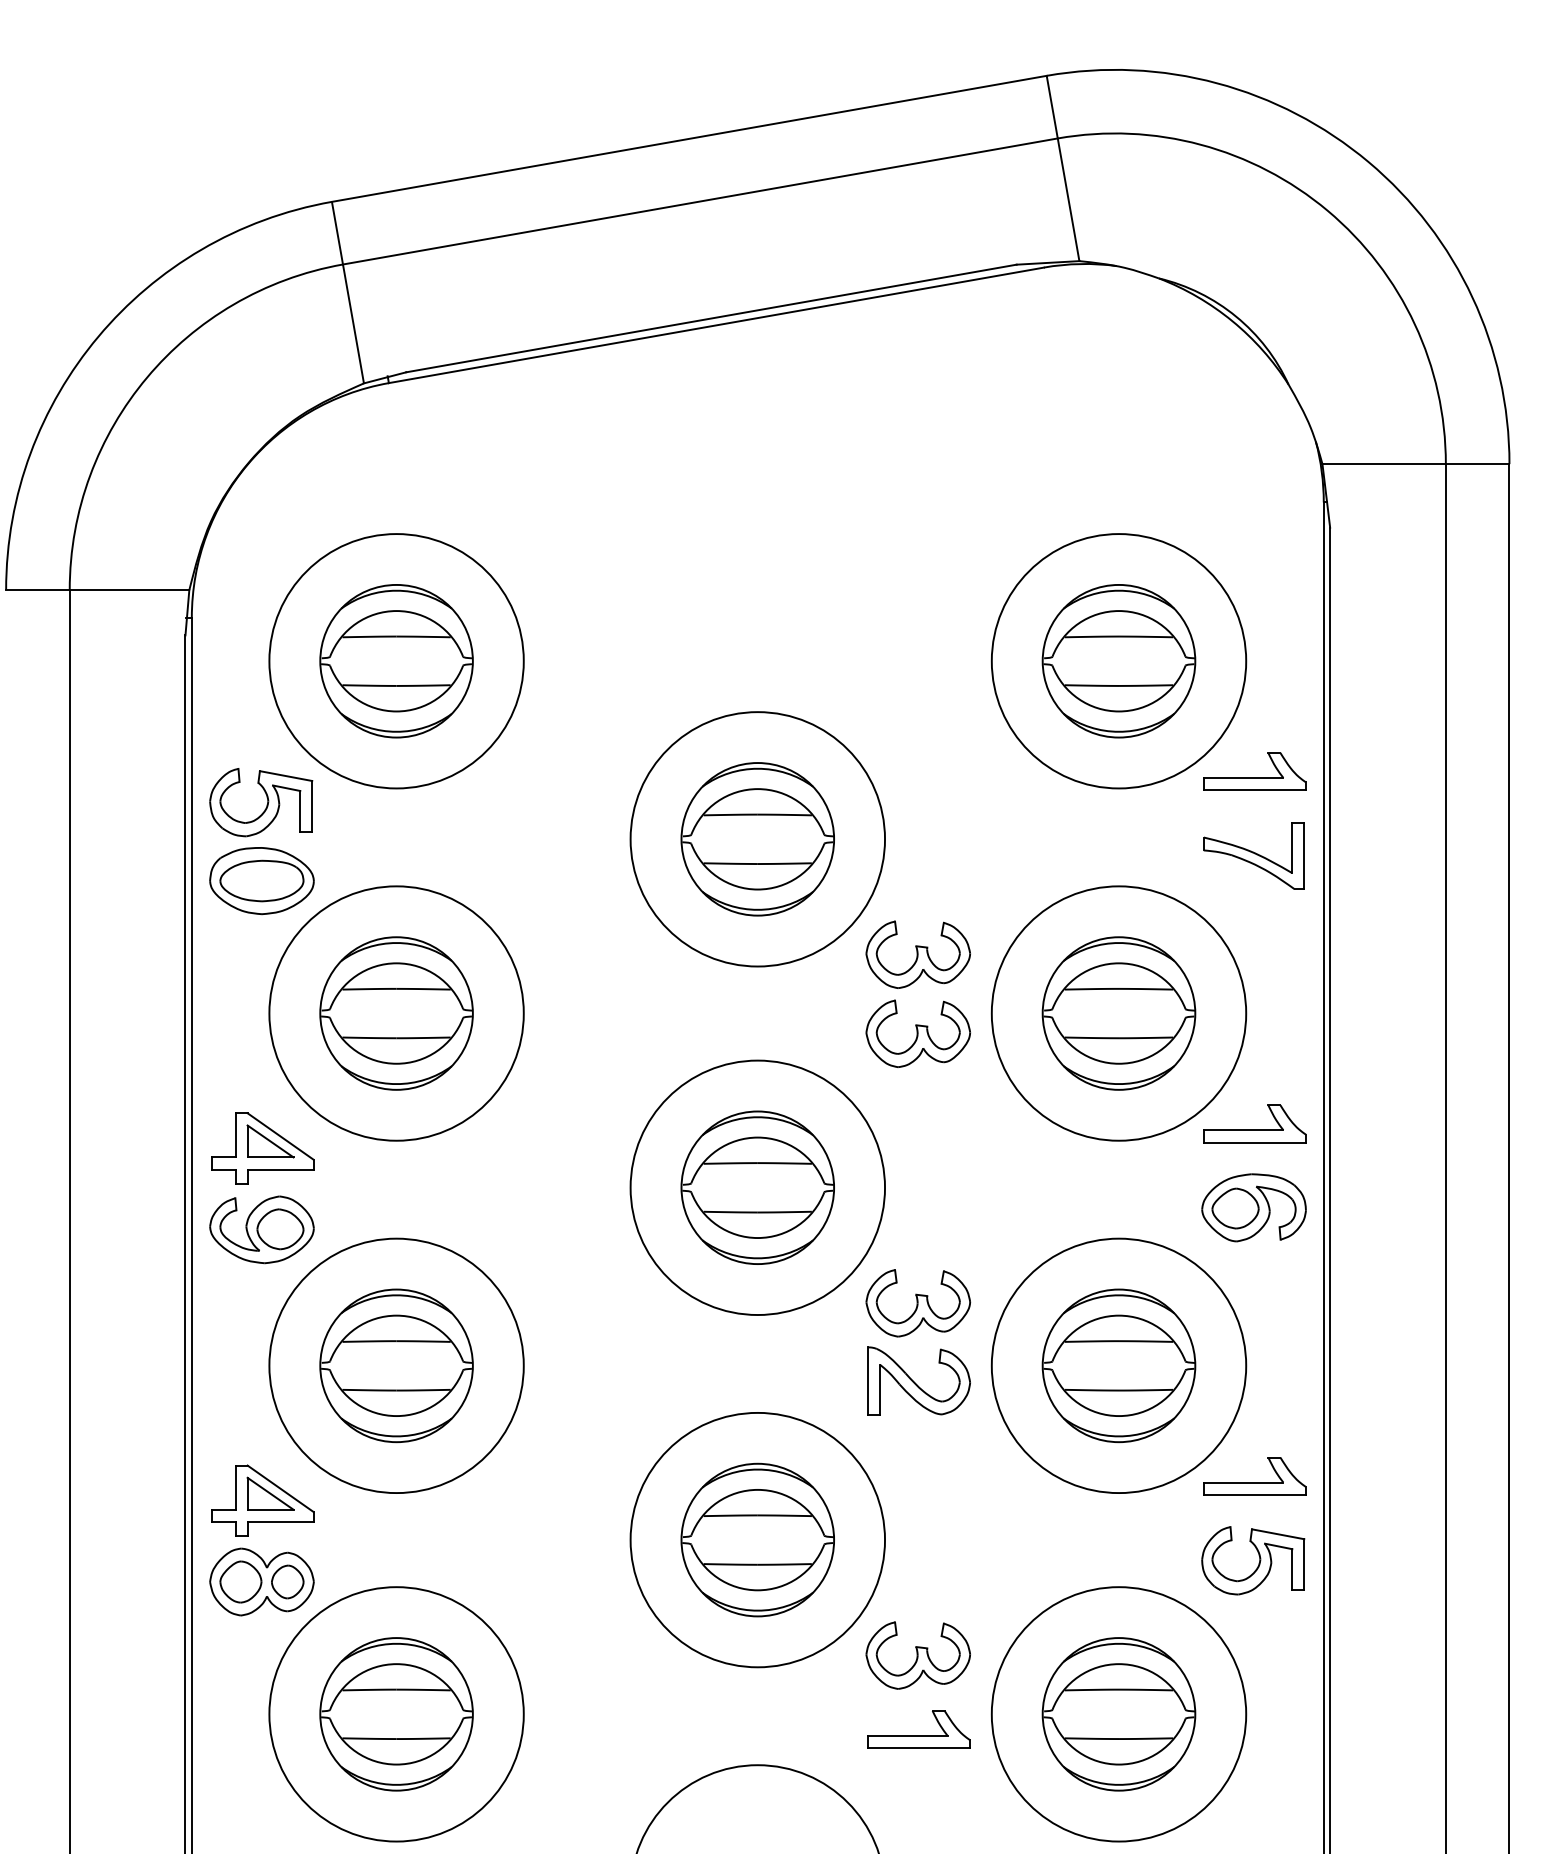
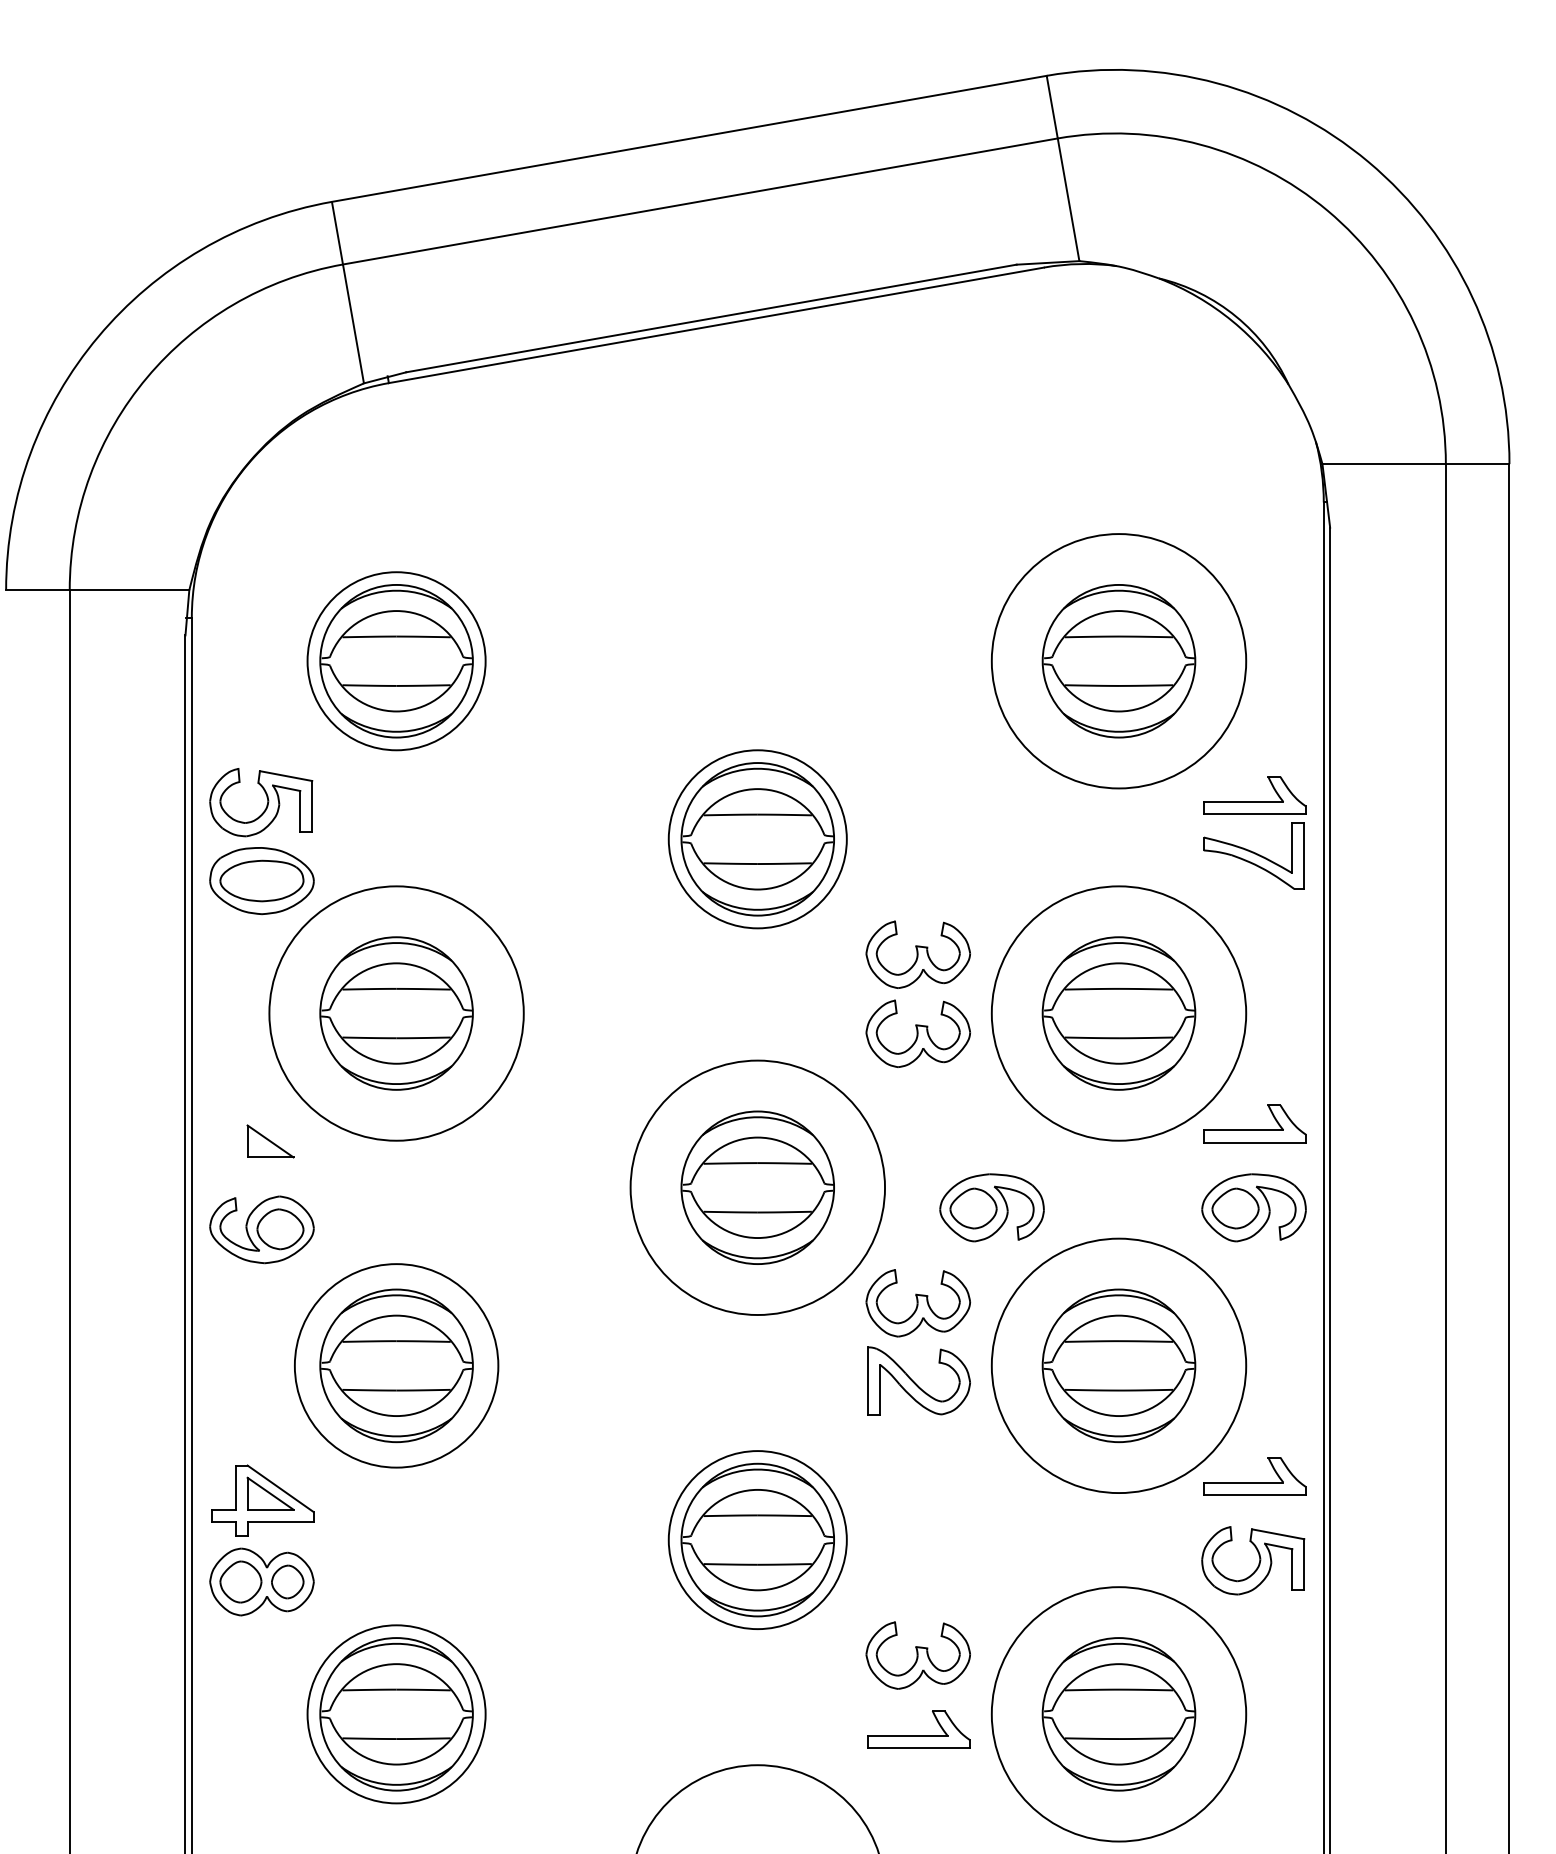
circle at (396, 661) diameter: 254 px -> 178 px
part at (1254, 771) position: (1254, 771) -> (1254, 795)
circle at (757, 839) diameter: 254 px -> 178 px
part at (262, 1148): present -> none
part at (991, 1207): none -> present
circle at (396, 1365) diameter: 254 px -> 204 px
circle at (757, 1539) diameter: 254 px -> 178 px
circle at (396, 1714) diameter: 254 px -> 178 px
